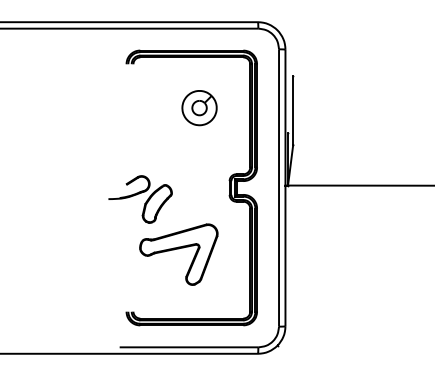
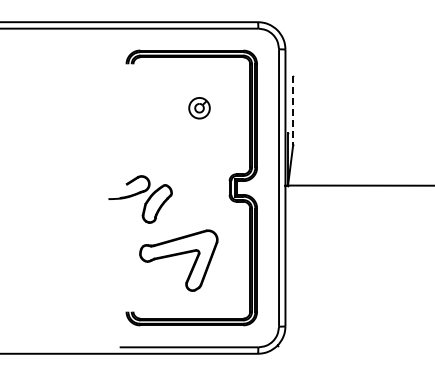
part at (199, 108) size: 37x37 px -> 23x23 px
line at (293, 111): solid -> dashed
part at (178, 254) position: (178, 254) -> (178, 260)
